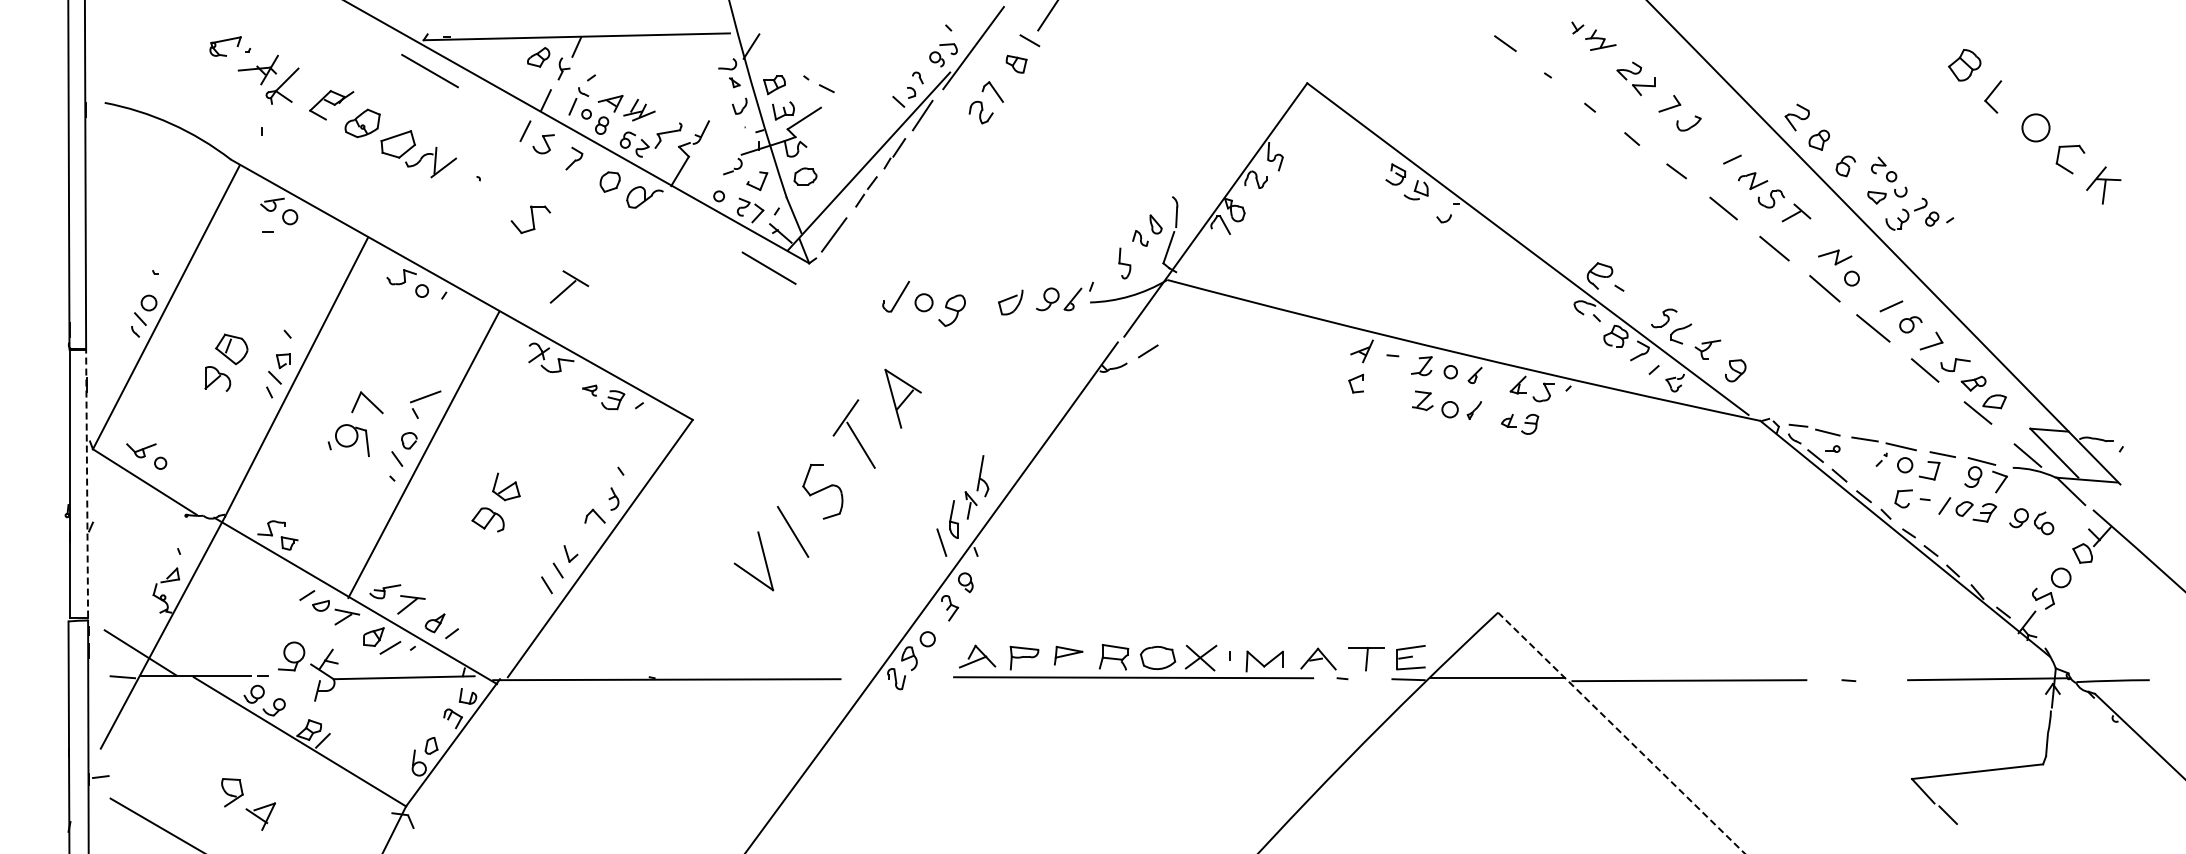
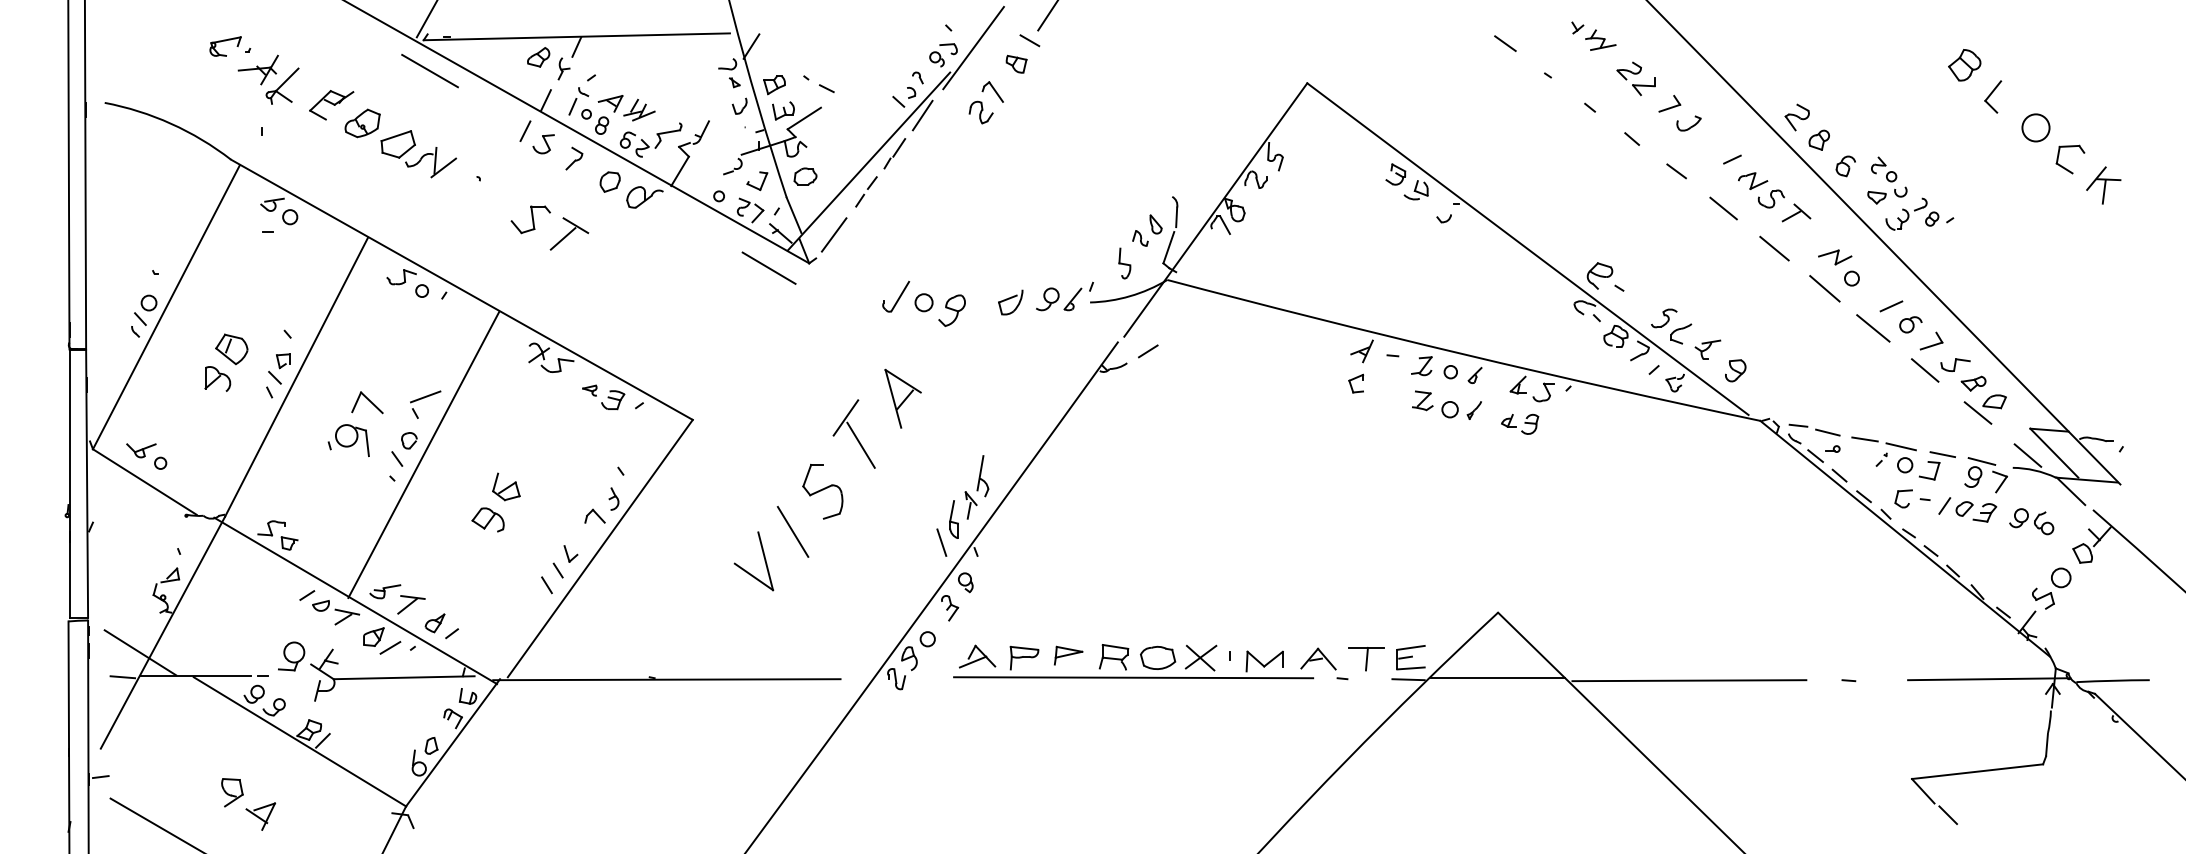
line at (426, 19): none -> present
part at (569, 286) position: (569, 286) -> (569, 233)
line at (87, 483): dashed -> solid
line at (1621, 732): dashed -> solid
